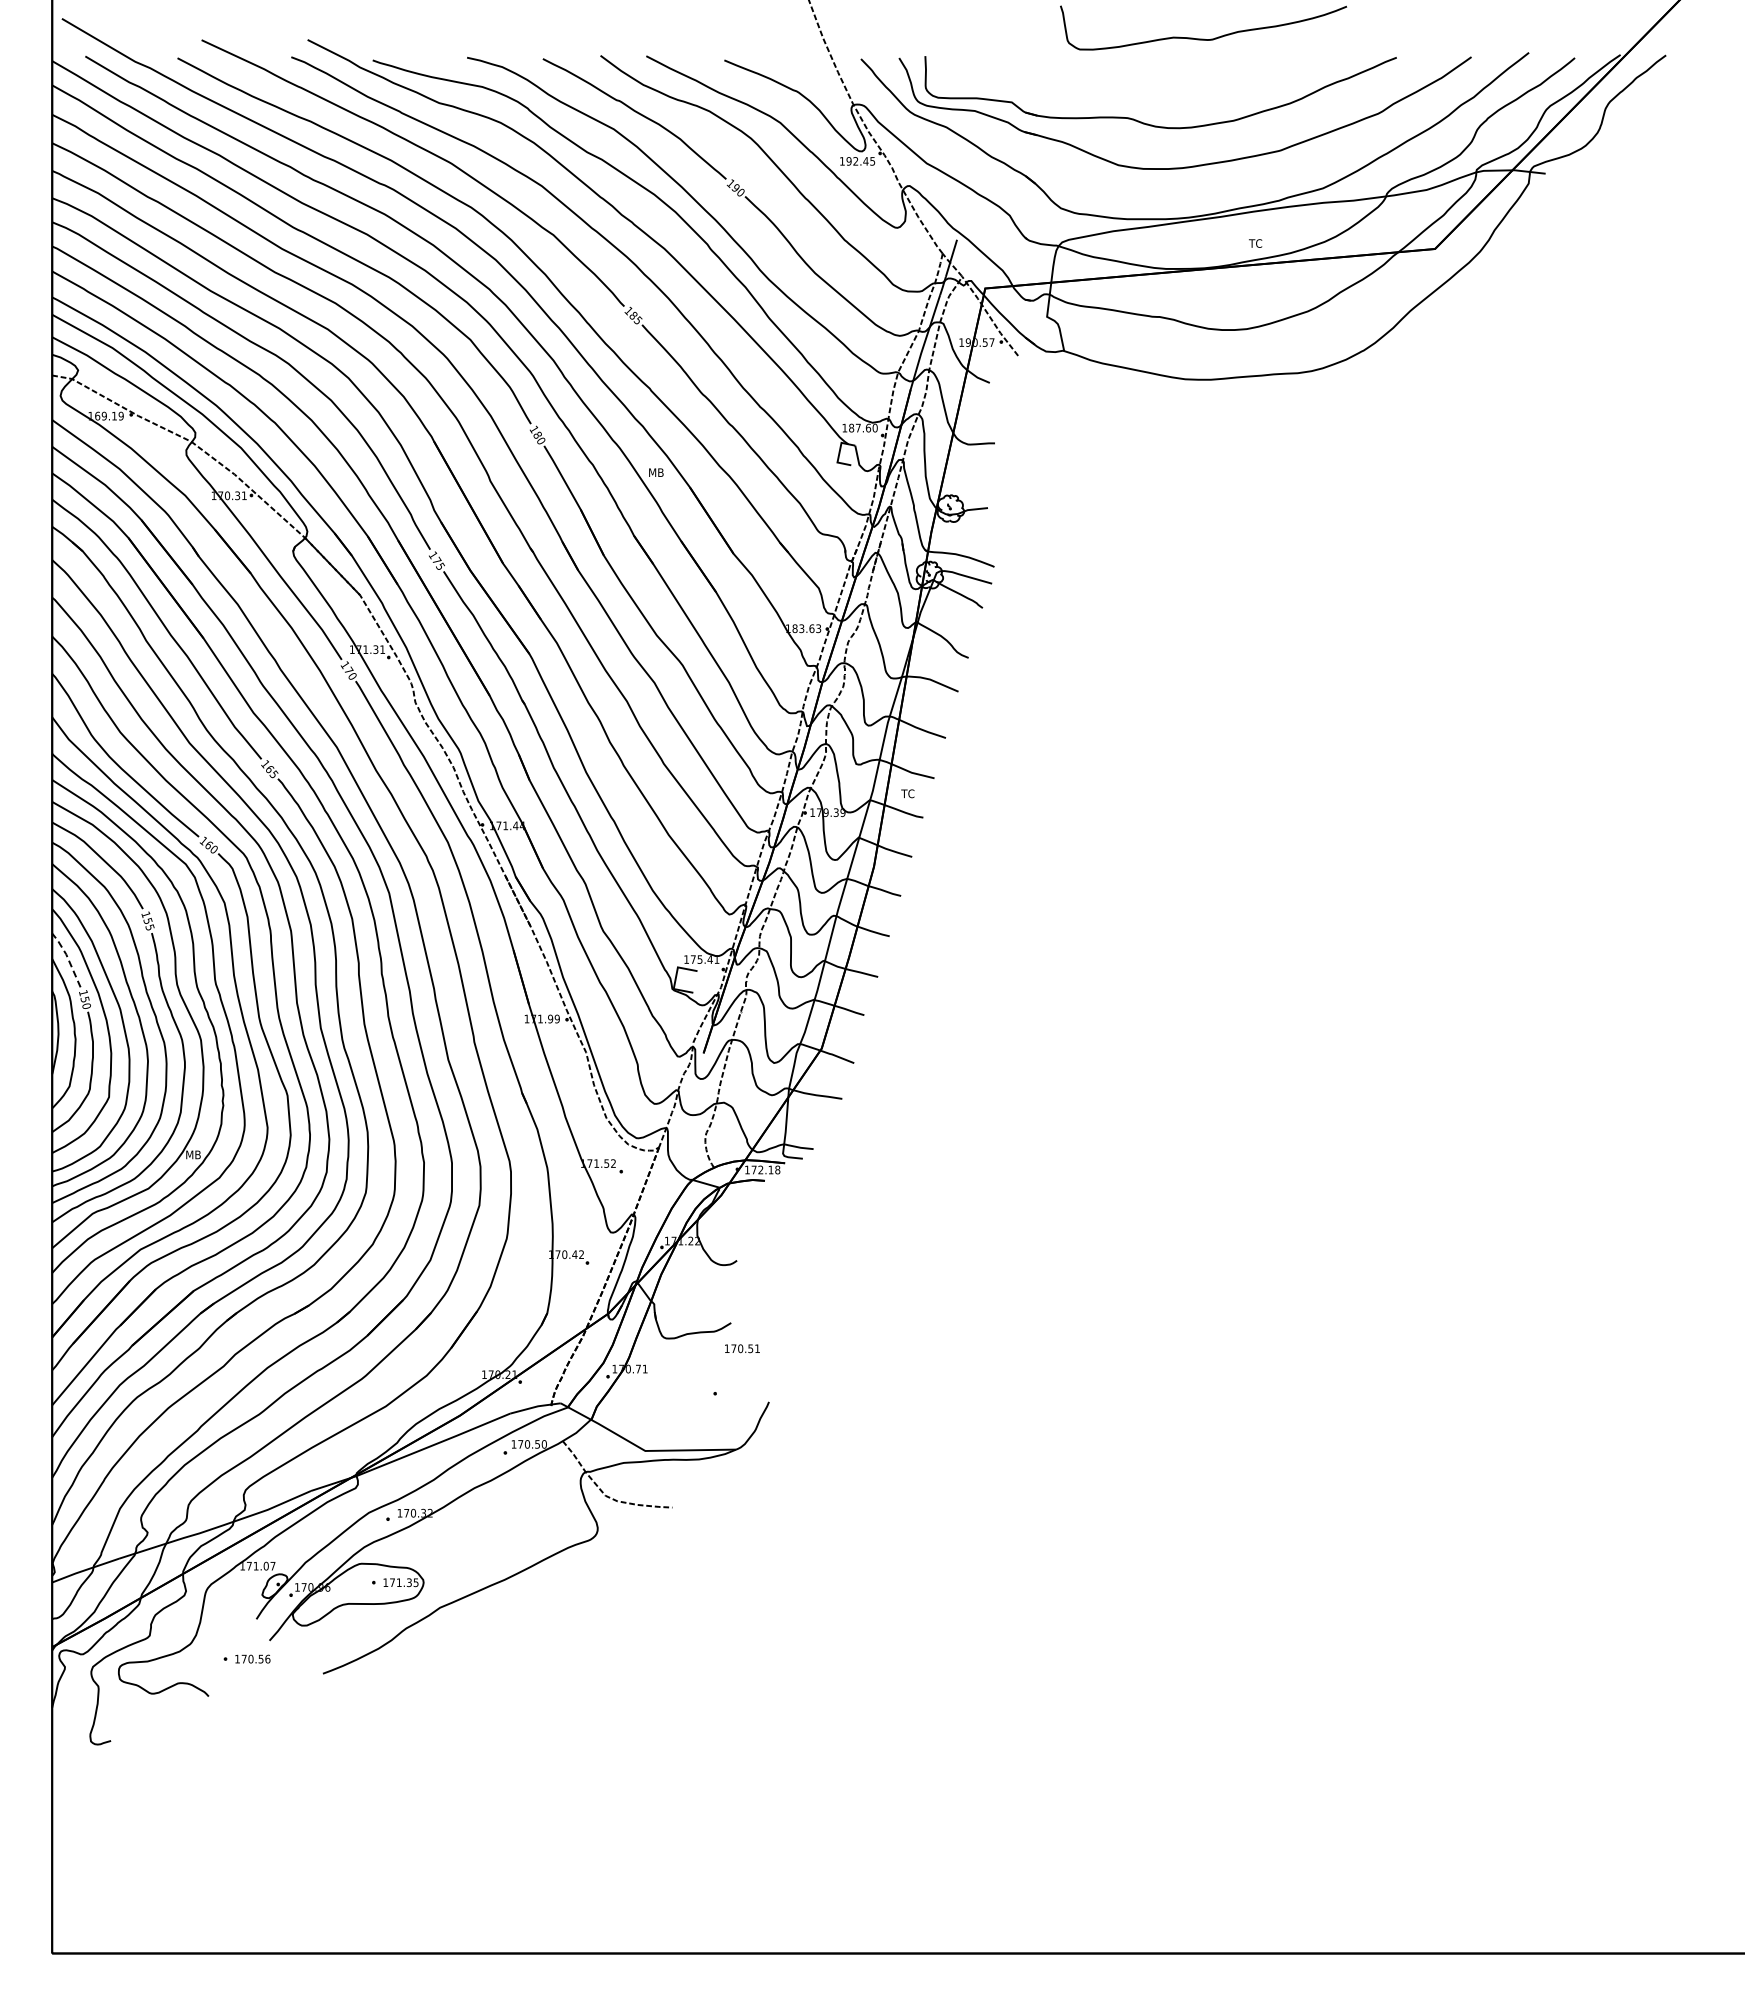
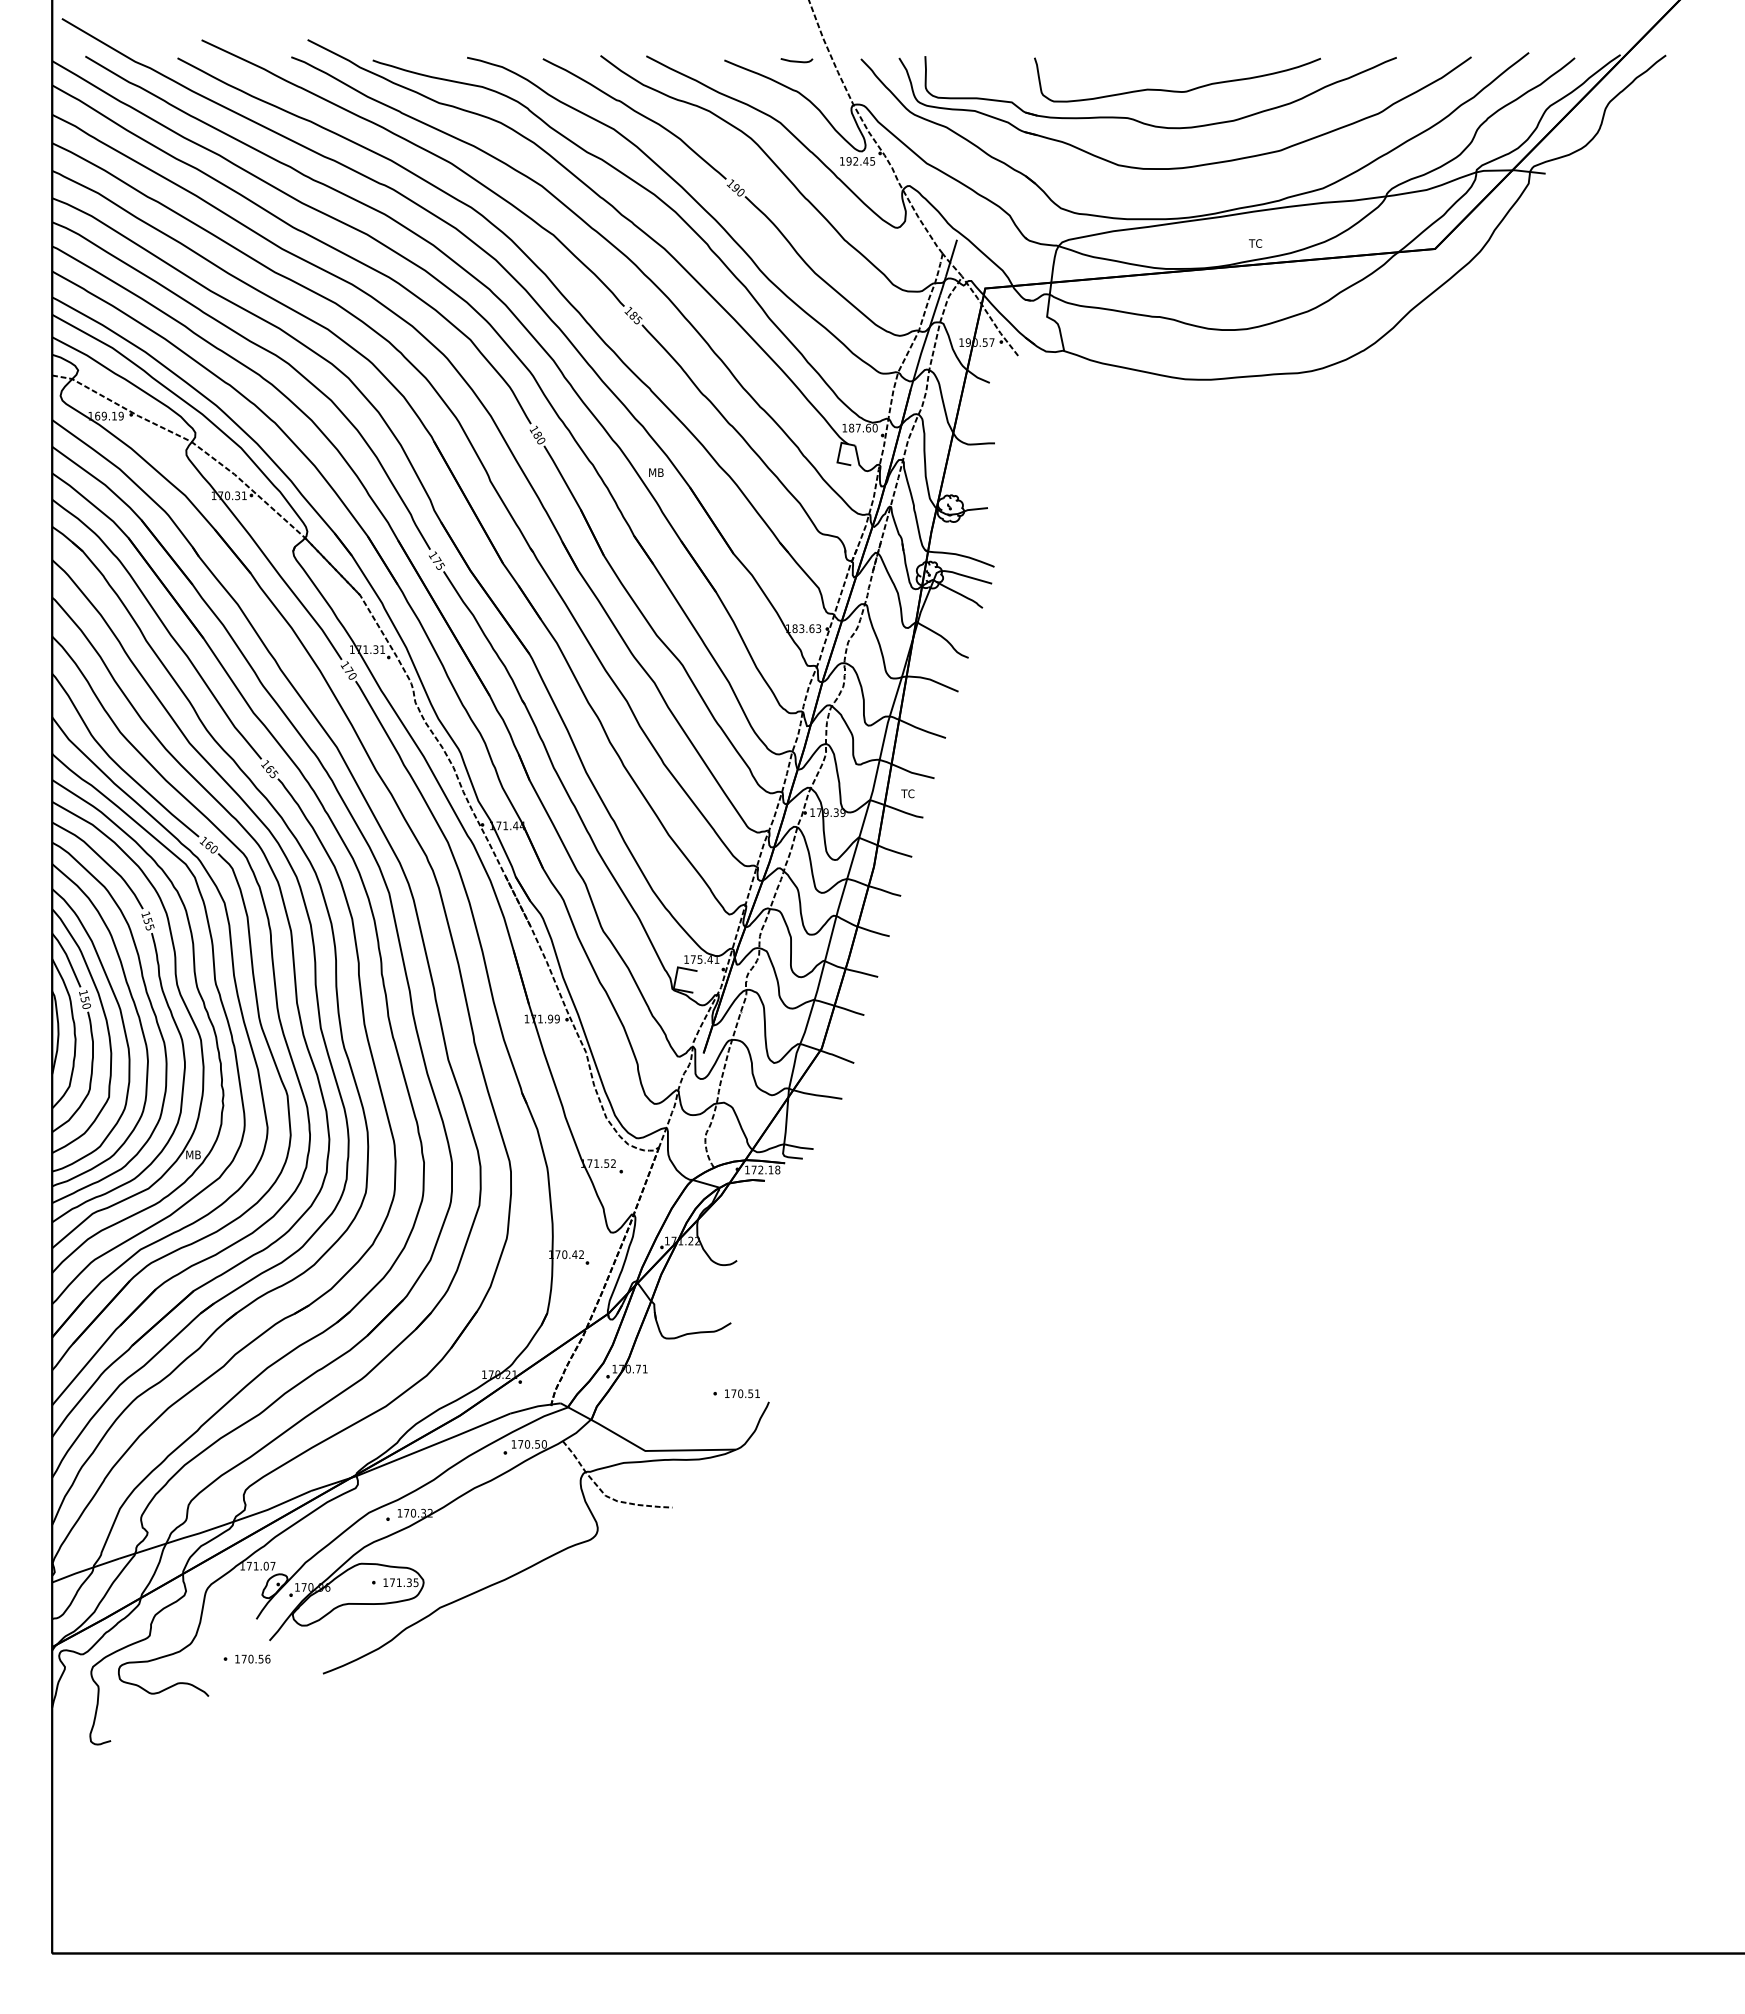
curve at (1203, 38) position: (1203, 38) -> (1177, 90)
curve at (796, 60): none -> present
line at (67, 957): dashed -> solid
text at (742, 1348) position: (742, 1348) -> (742, 1393)
